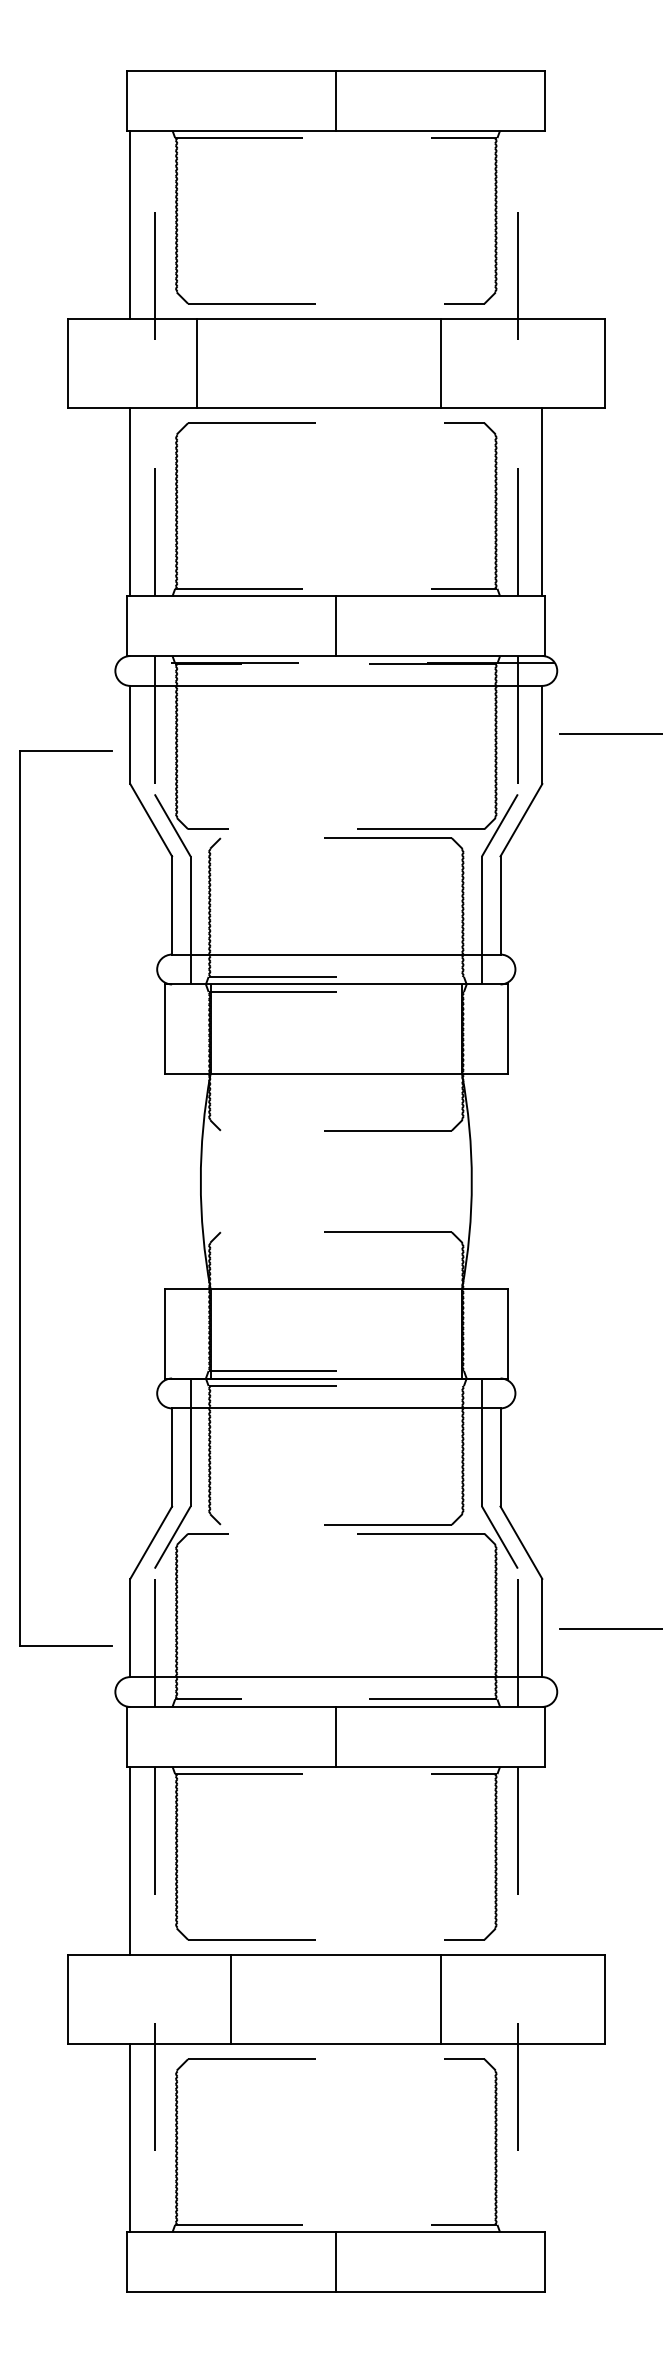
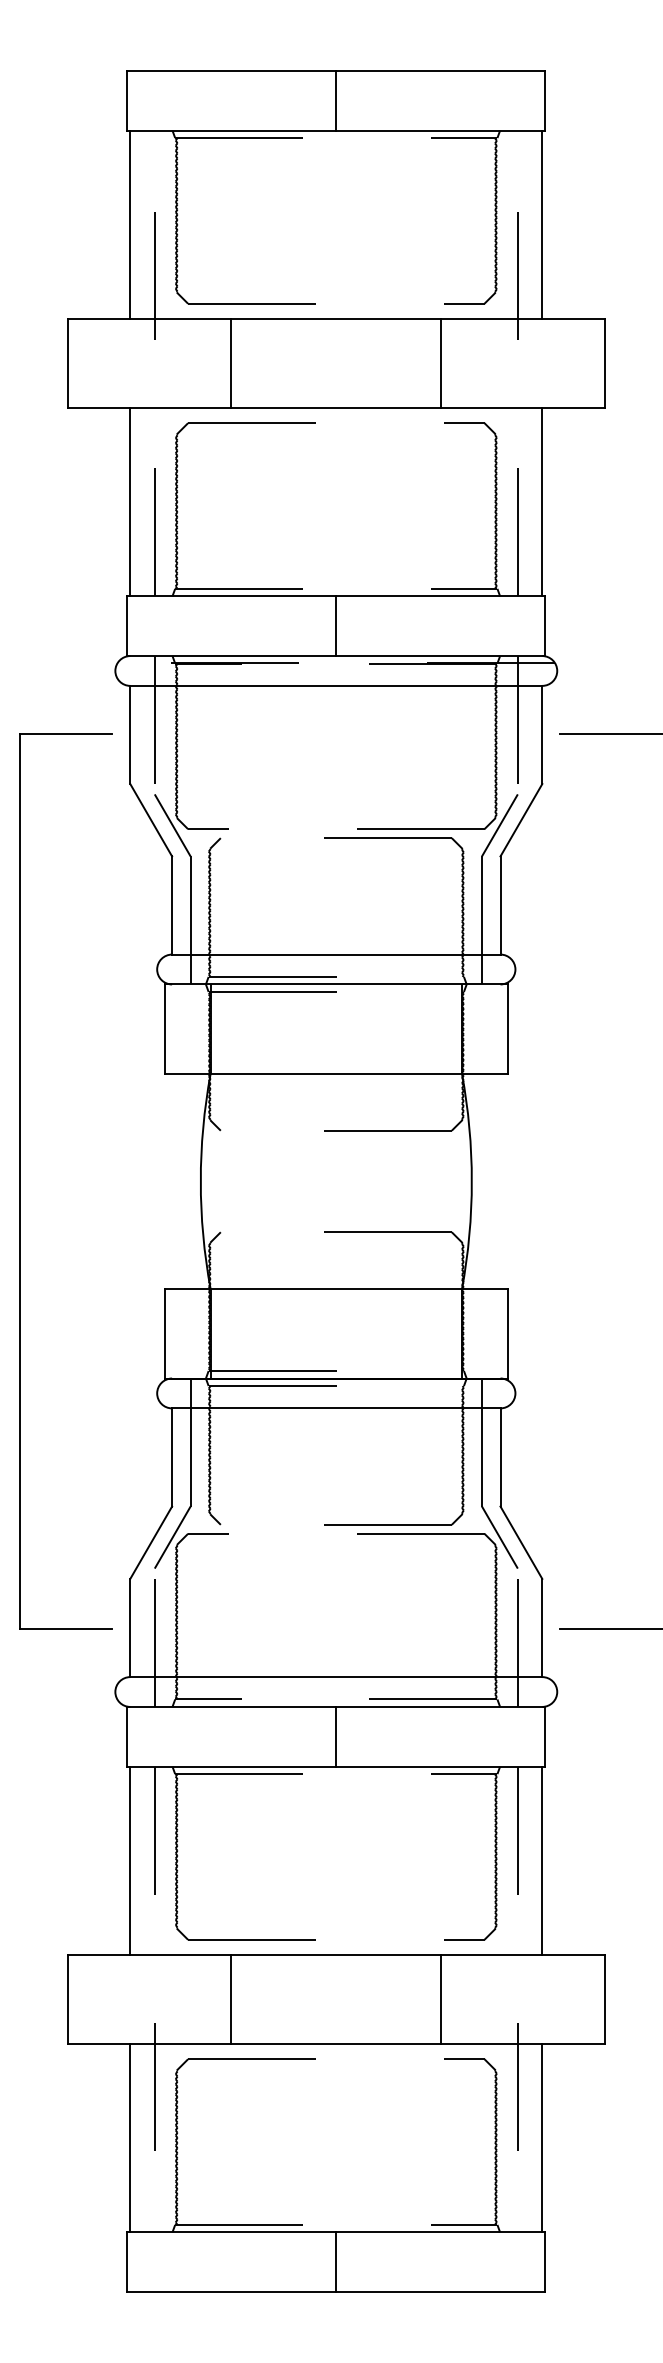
line at (542, 224): none -> present
line at (197, 363) position: (197, 363) -> (231, 363)
part at (20, 1198) position: (20, 1198) -> (20, 1181)
line at (542, 1860): none -> present
line at (542, 2138): none -> present
